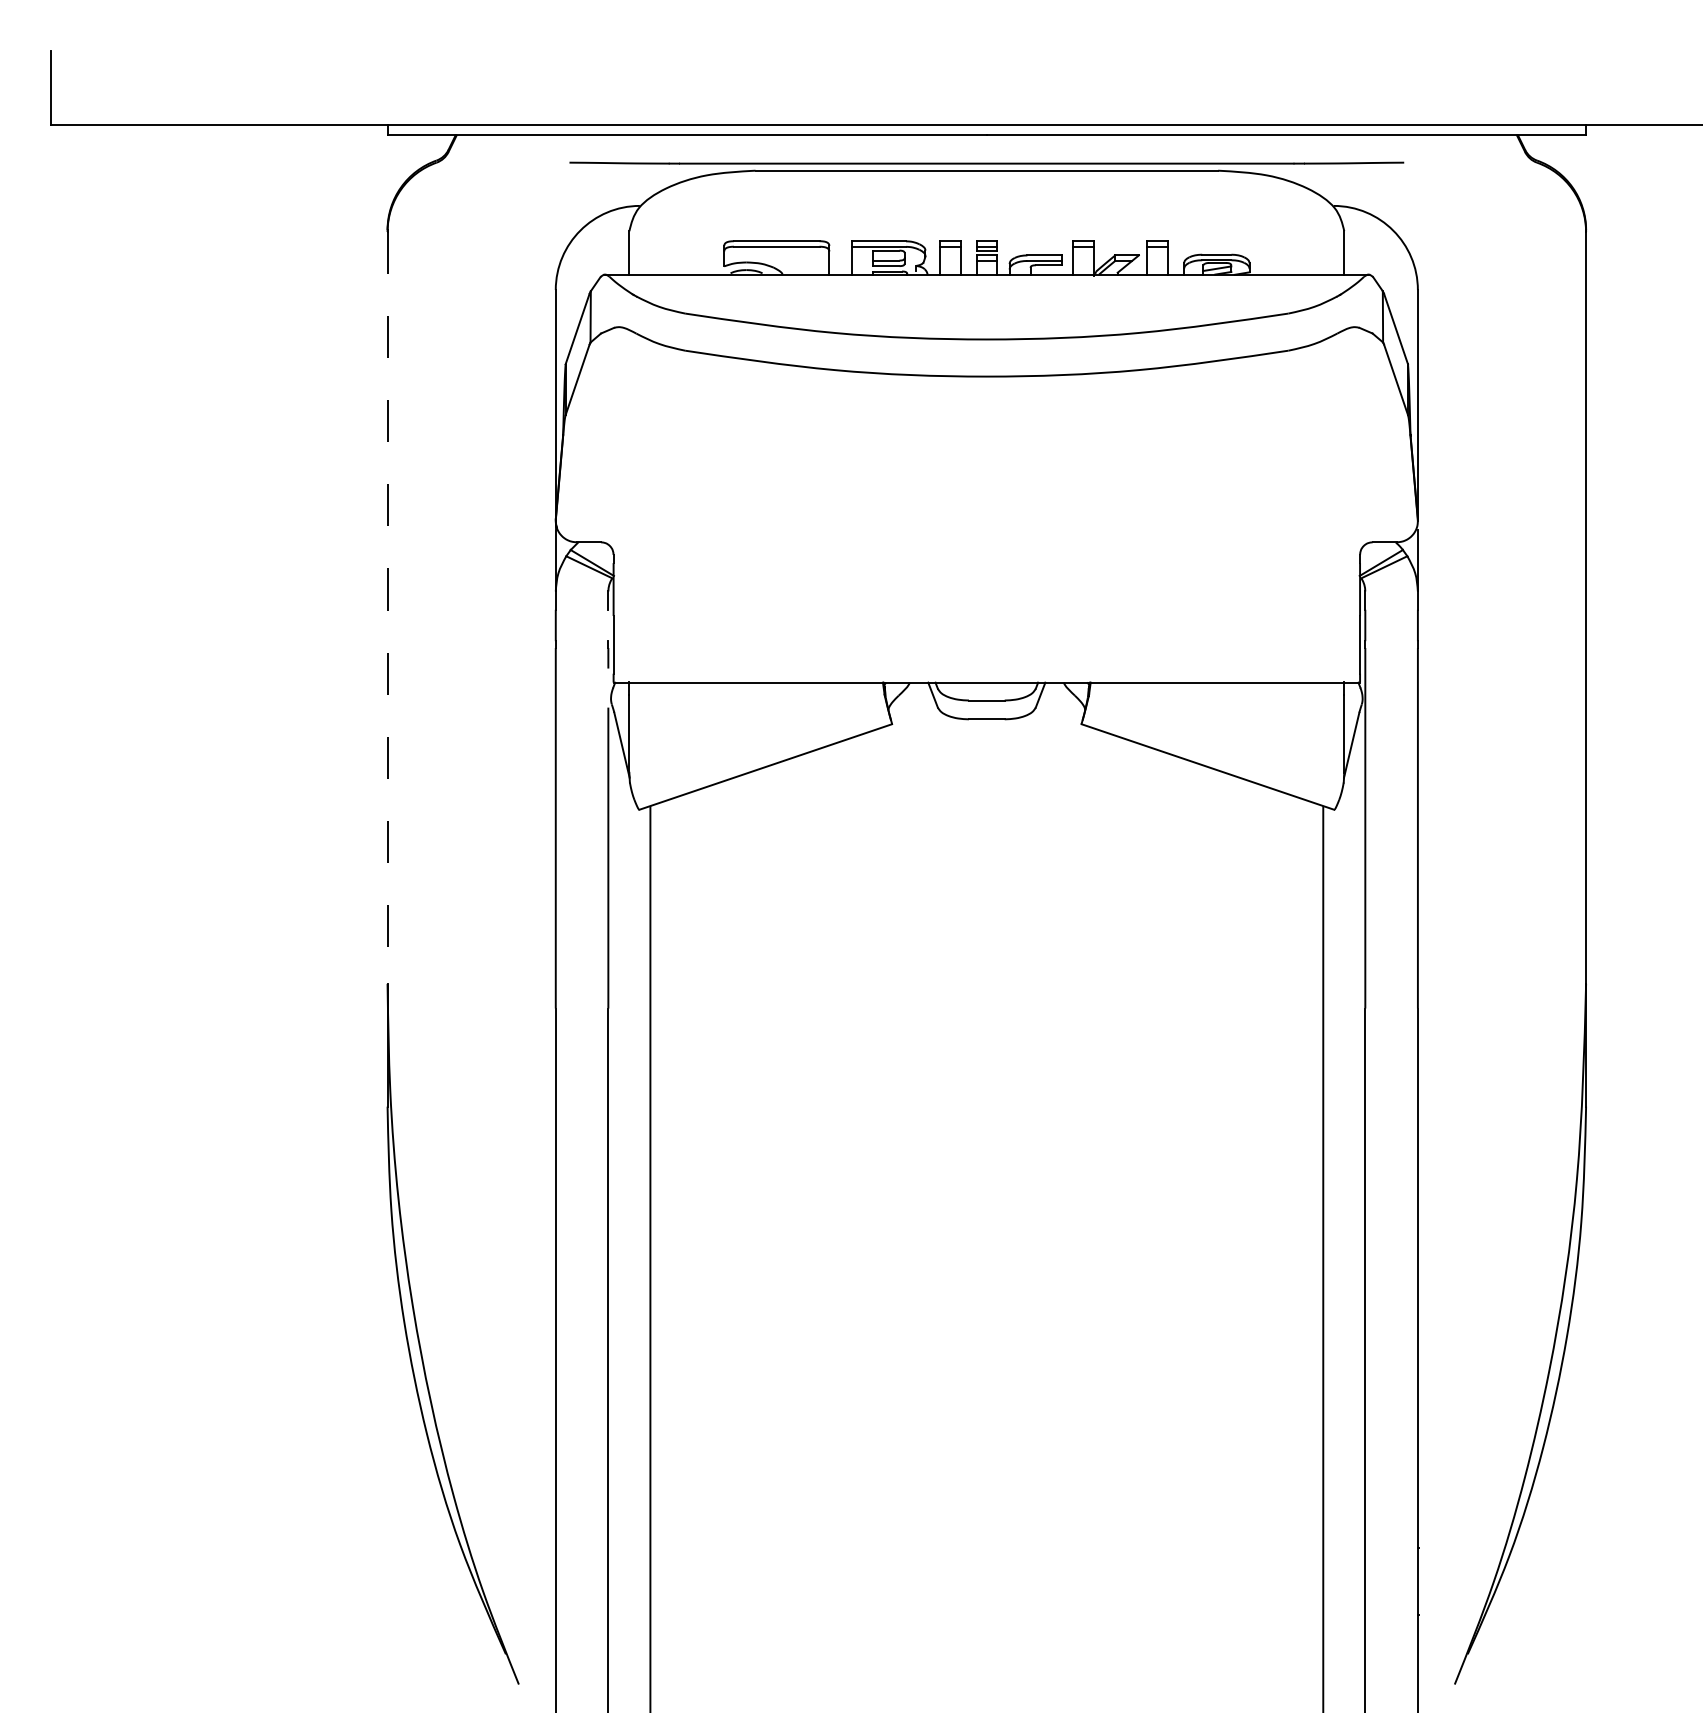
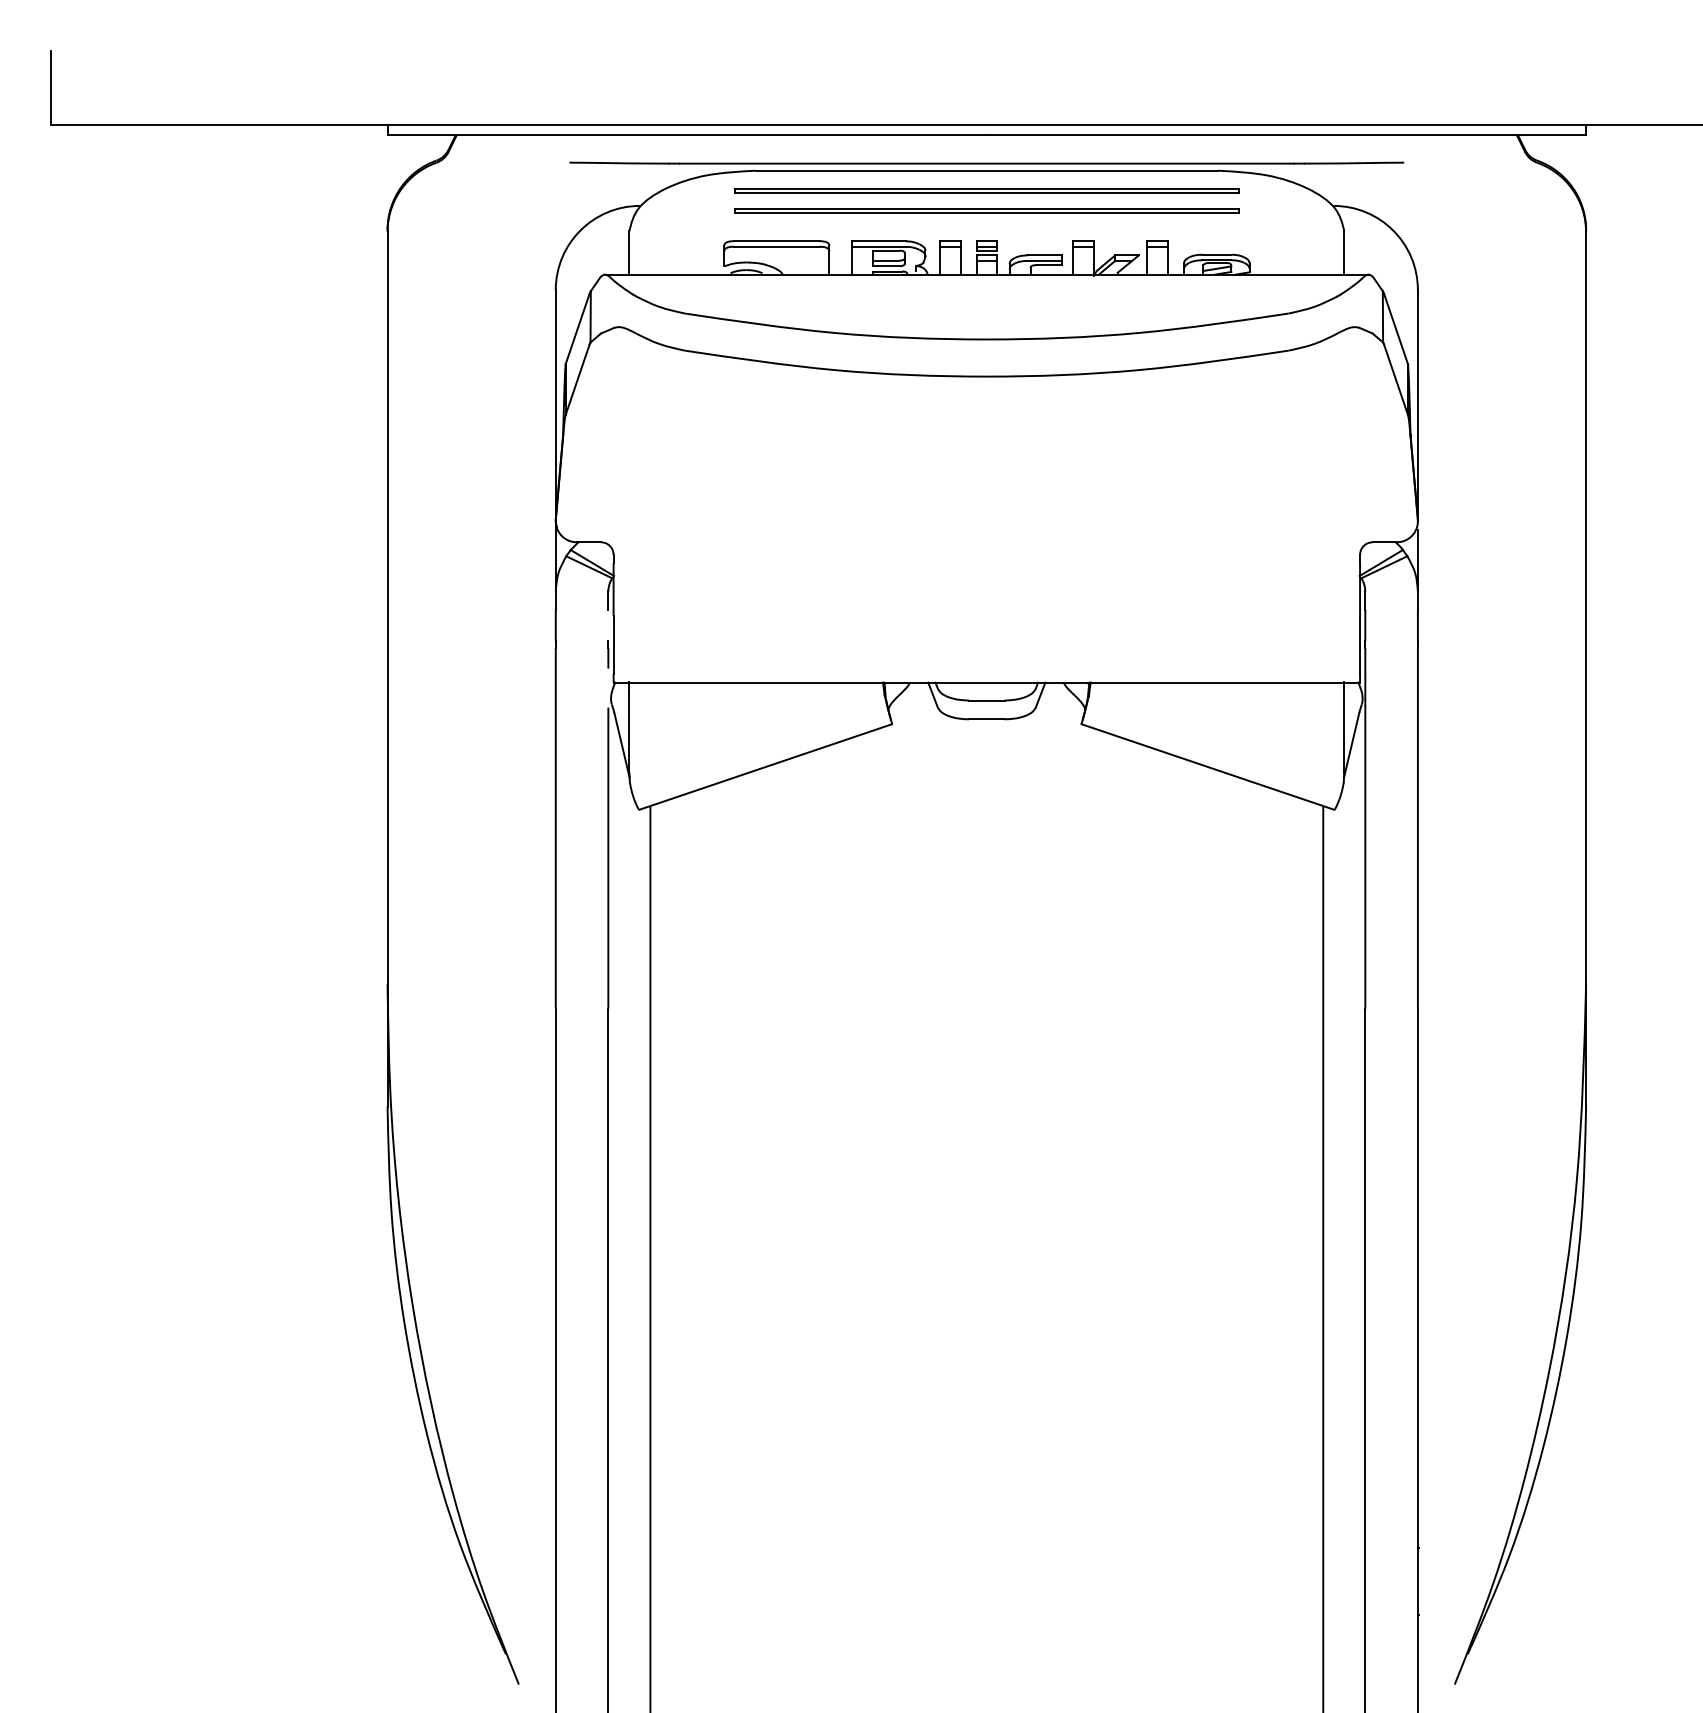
part at (986, 190): none -> present
part at (986, 210): none -> present
line at (387, 607): dashed -> solid
